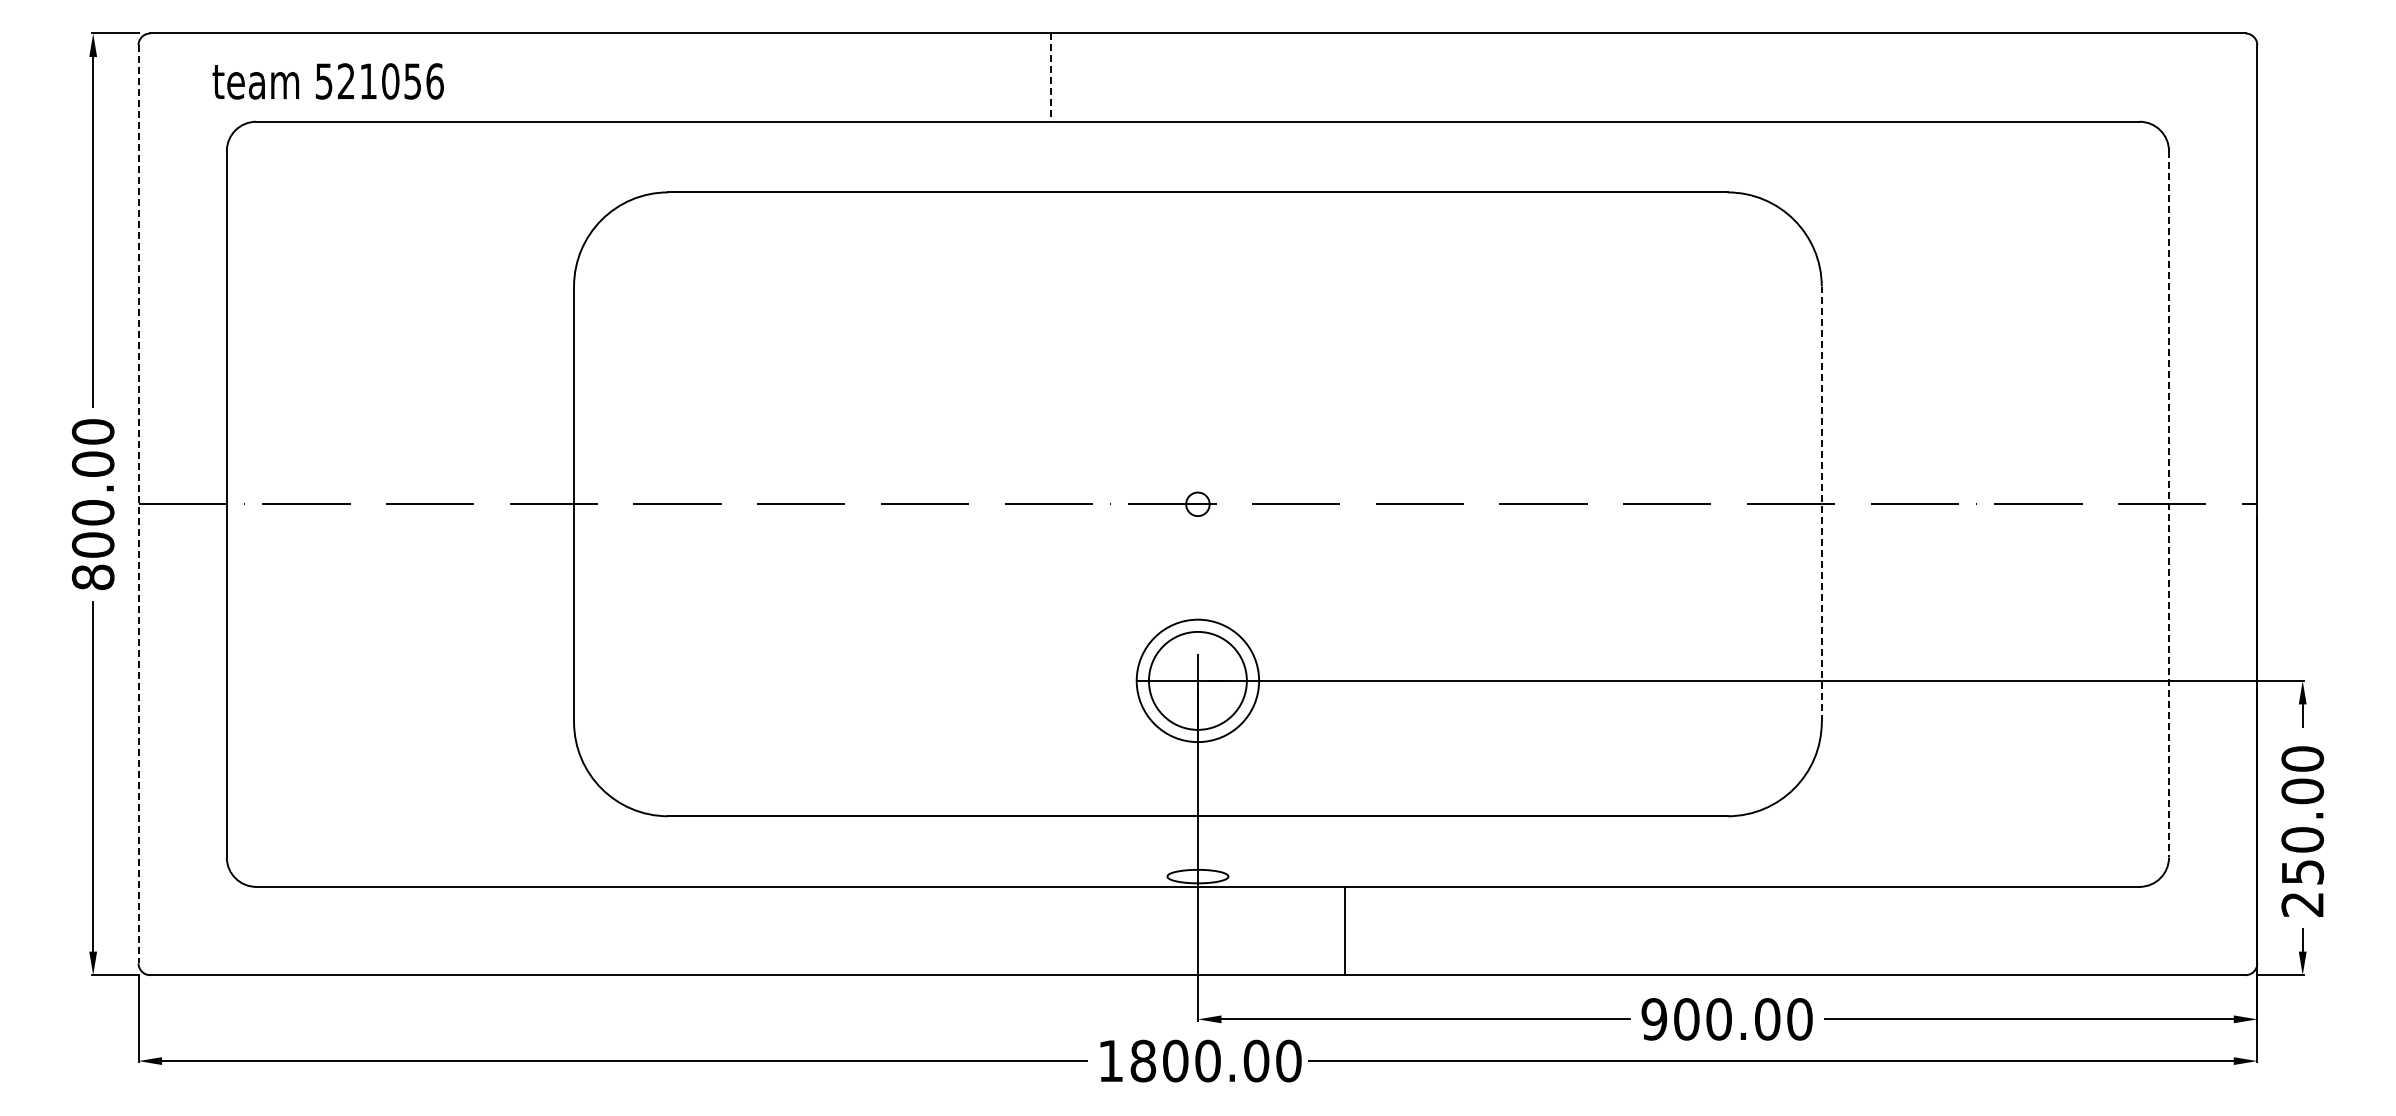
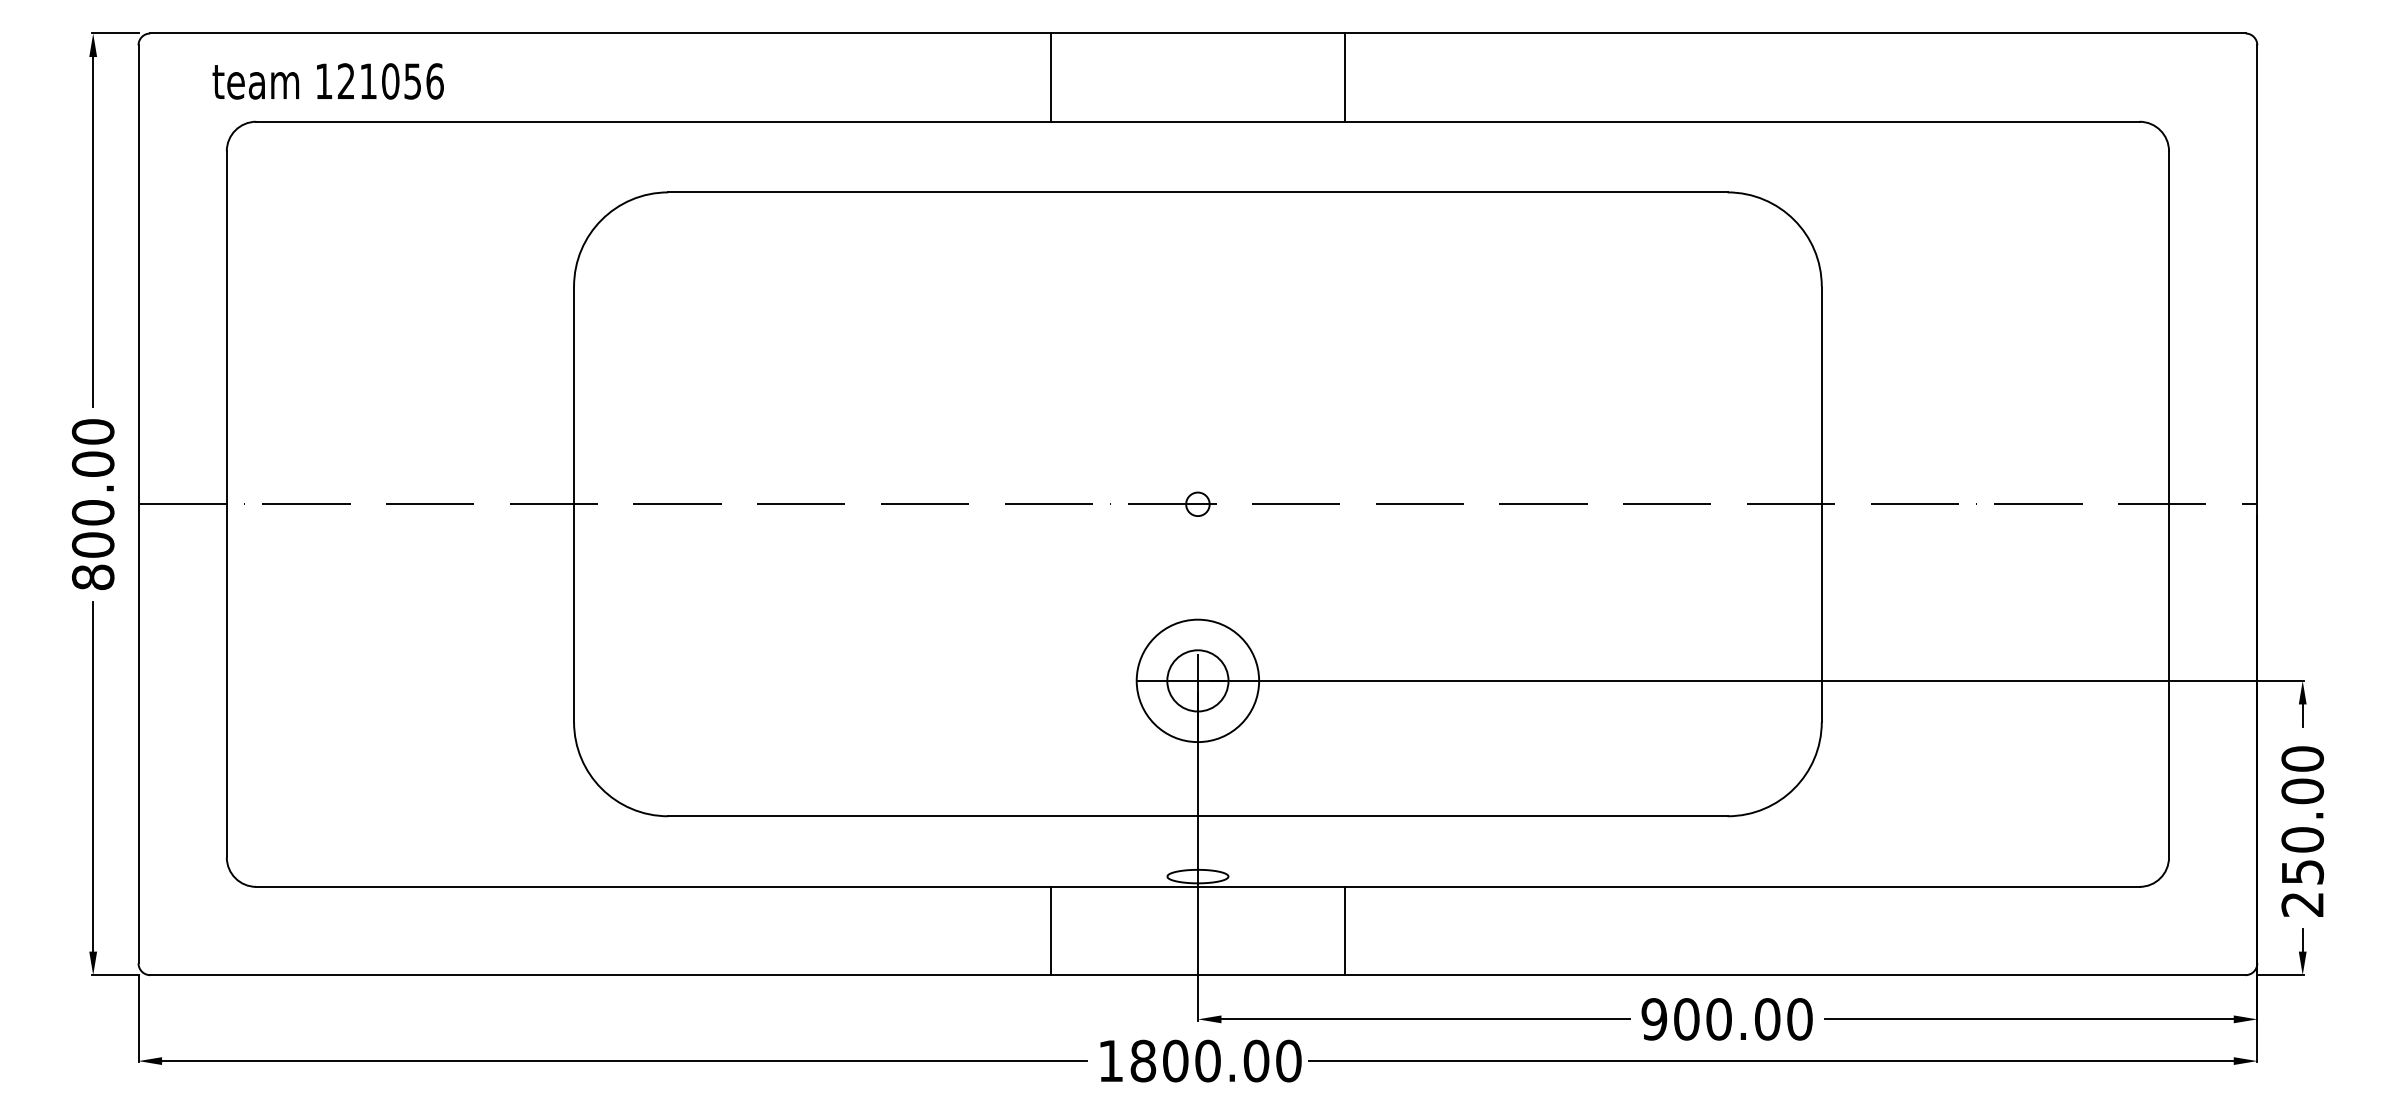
line at (1345, 77): none -> present
line at (1050, 78): dashed -> solid
text at (323, 81): 521056 -> 121056
line at (138, 504): dashed -> solid
line at (1821, 504): dashed -> solid
line at (2169, 504): dashed -> solid
circle at (1197, 680) diameter: 98 px -> 61 px
line at (1050, 930): none -> present
